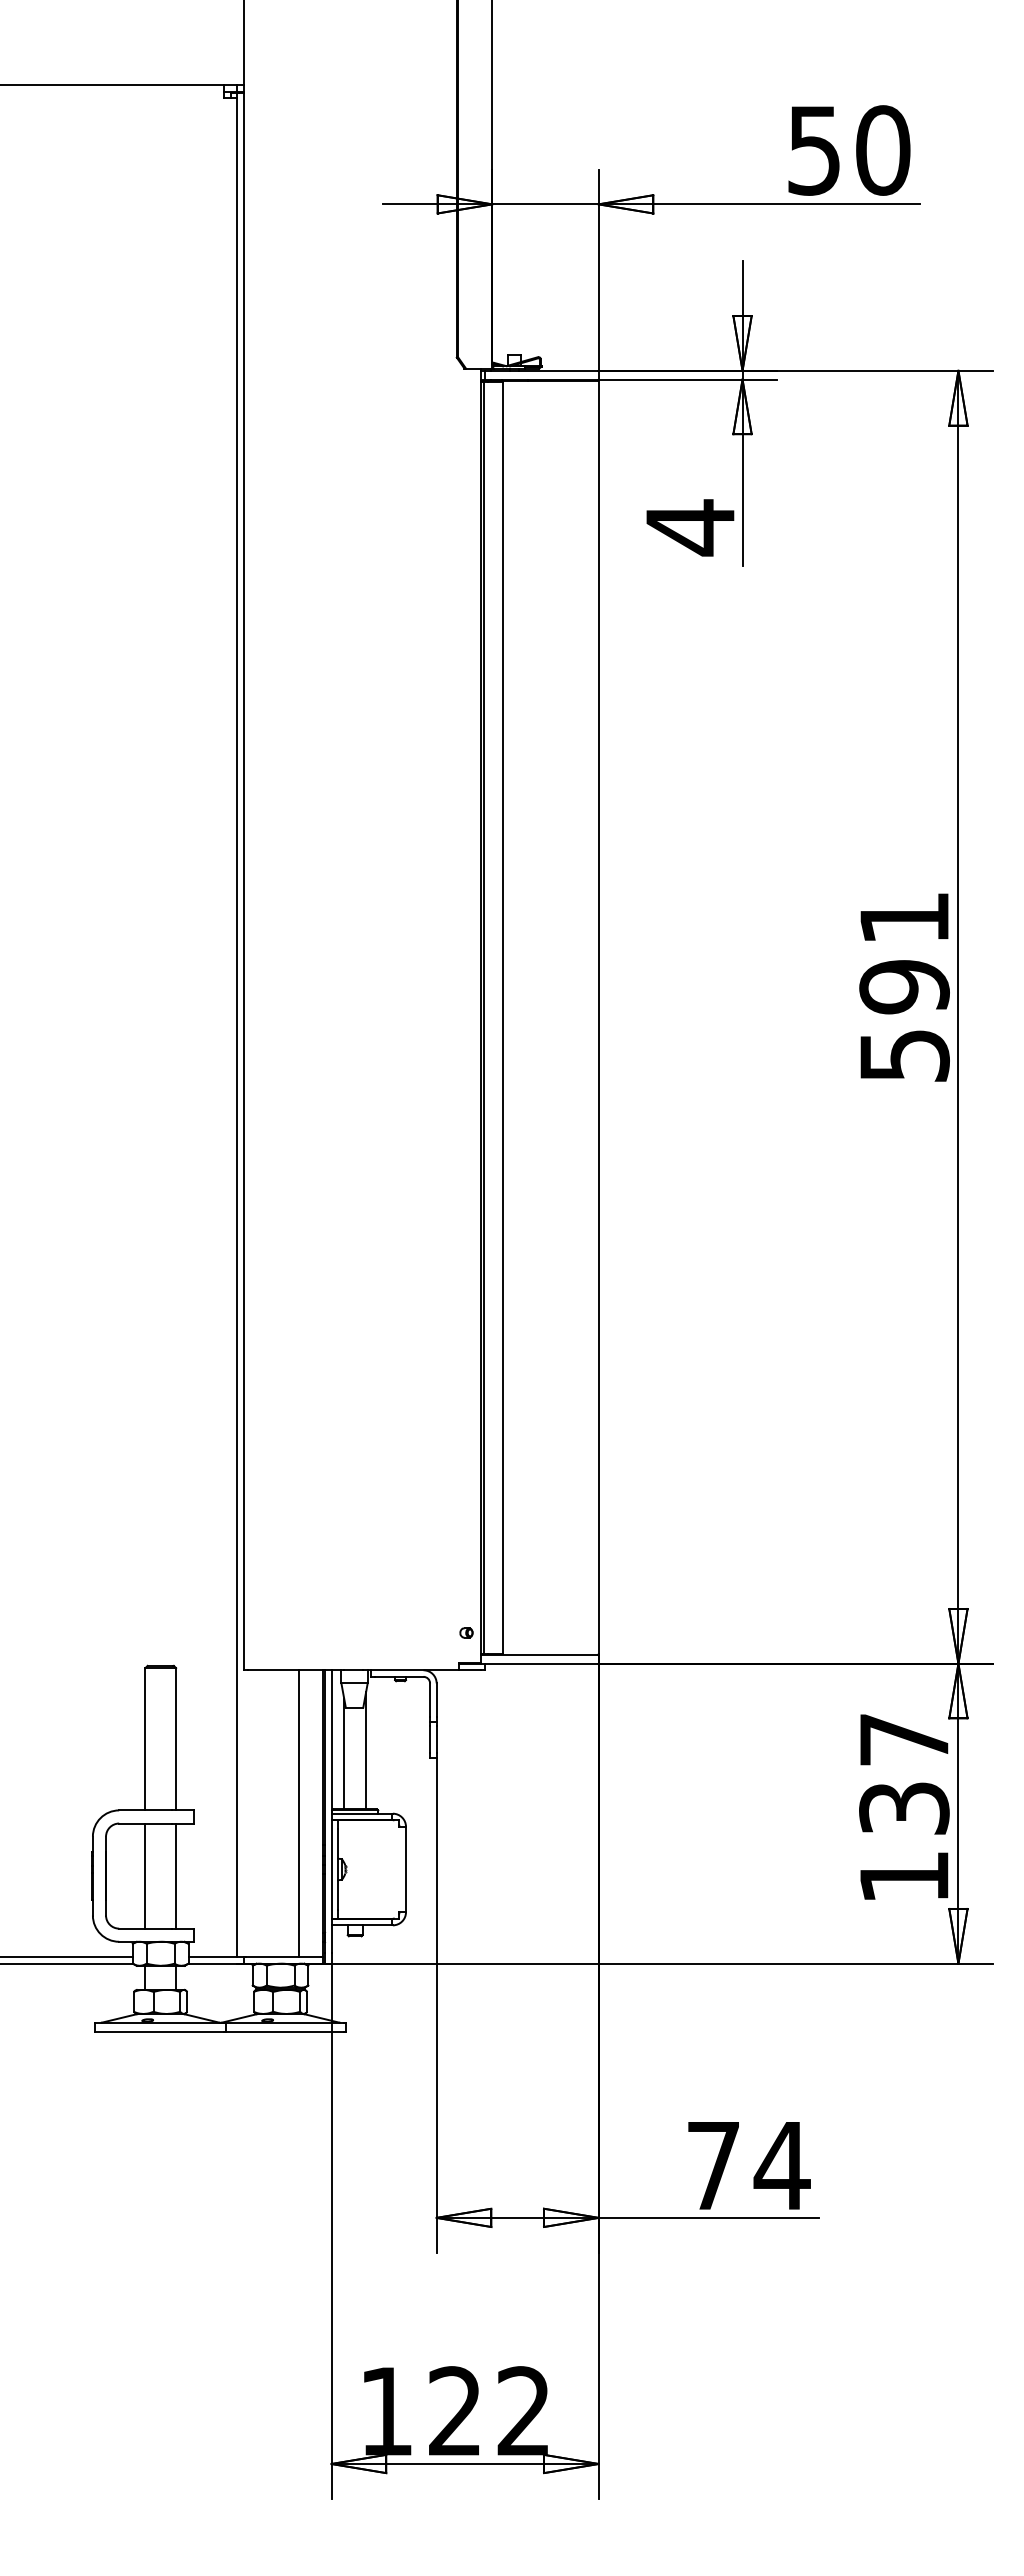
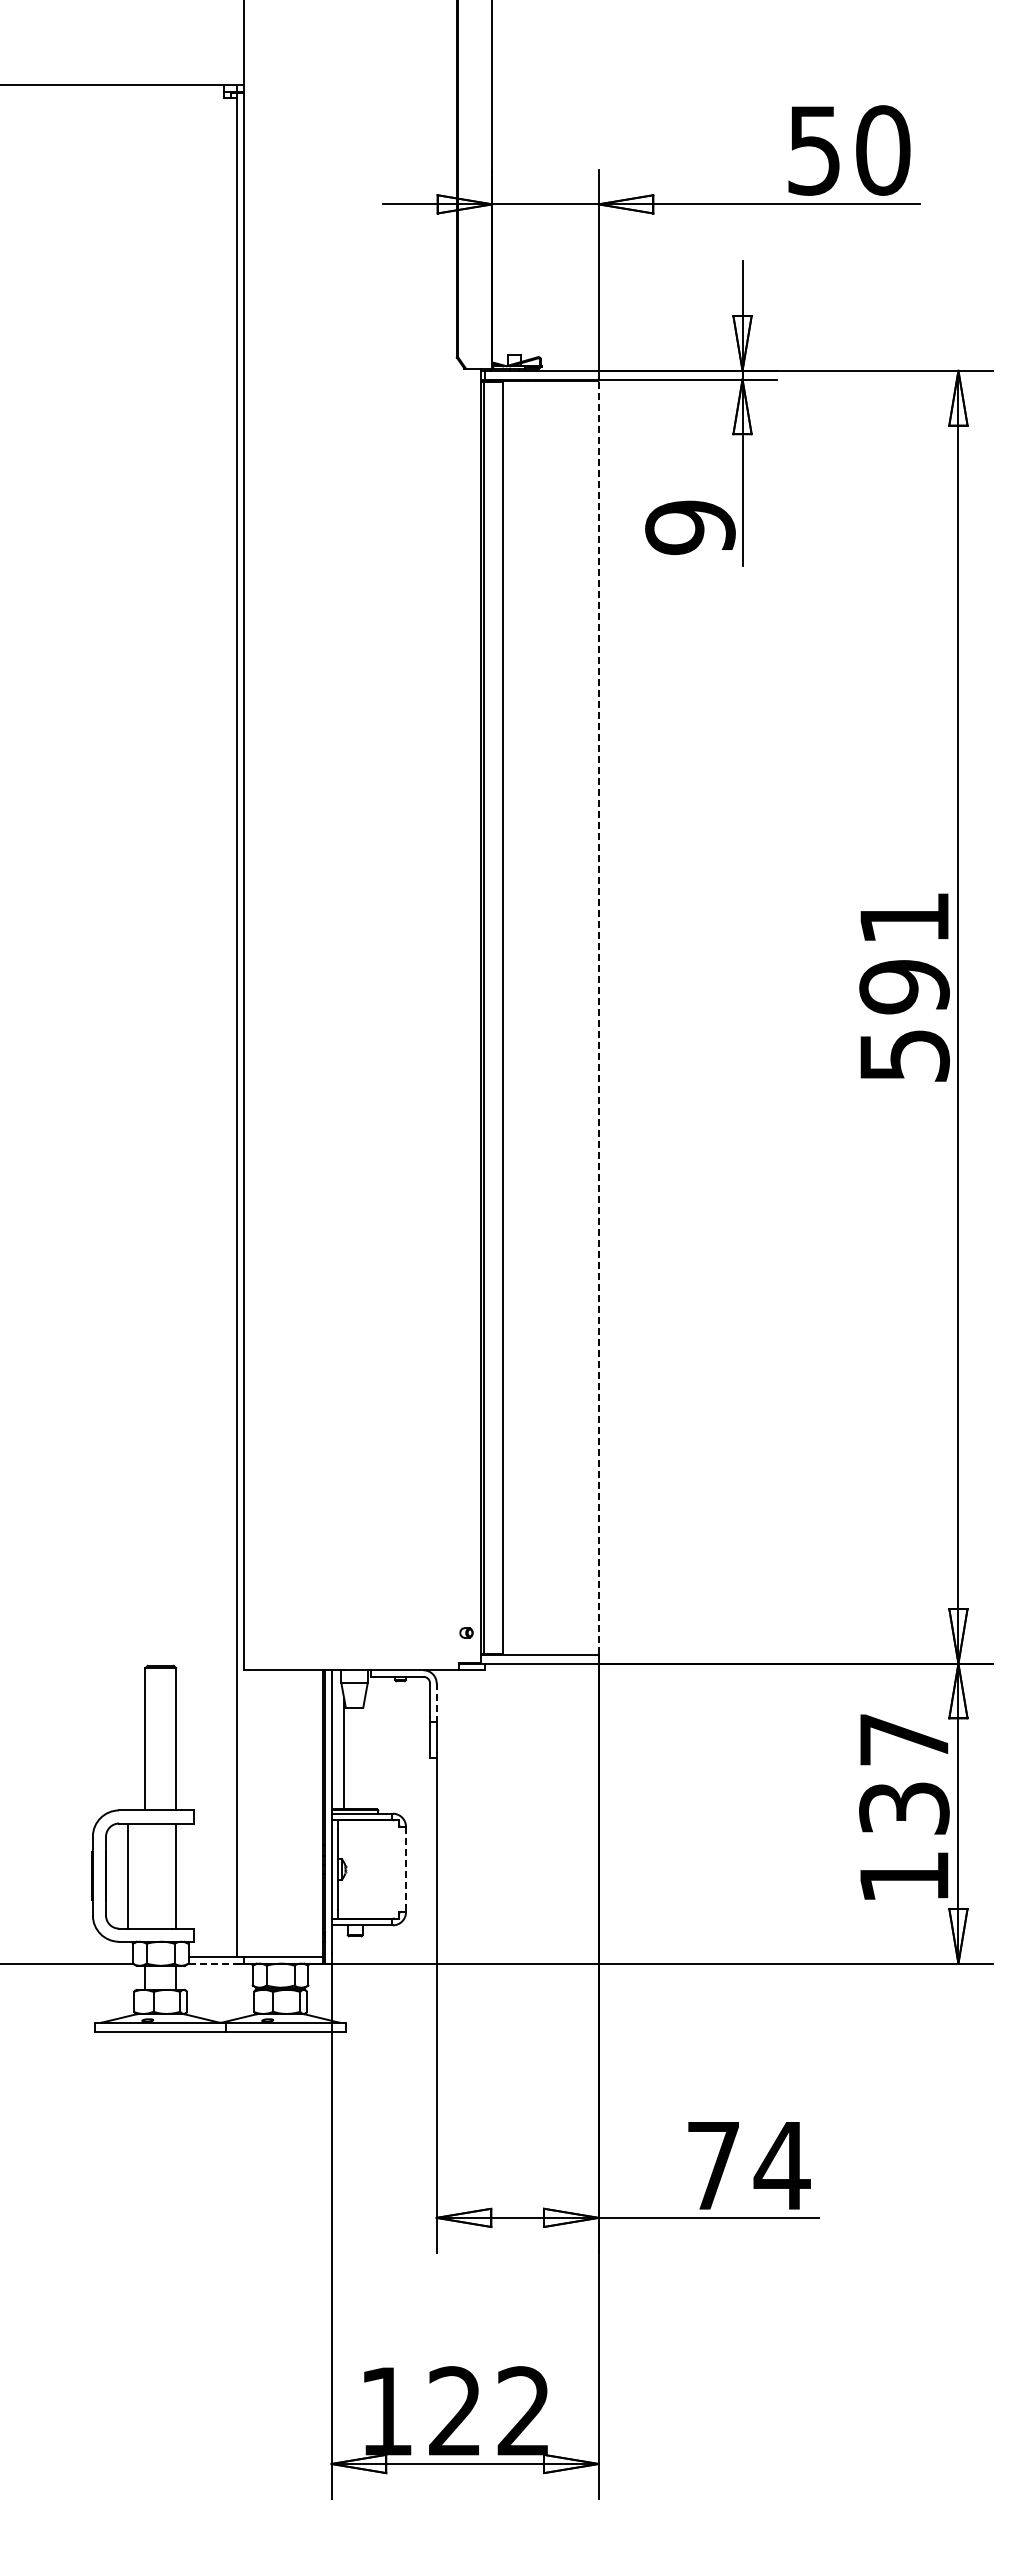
text at (690, 527): 4 -> 9
line at (598, 1017): solid -> dashed
line at (436, 1700): solid -> dashed
line at (366, 1750): present -> none
line at (299, 1813): present -> none
line at (406, 1870): solid -> dashed
line at (145, 1875) position: (145, 1875) -> (128, 1875)
line at (67, 1957): present -> none
line at (213, 1963): solid -> dashed
